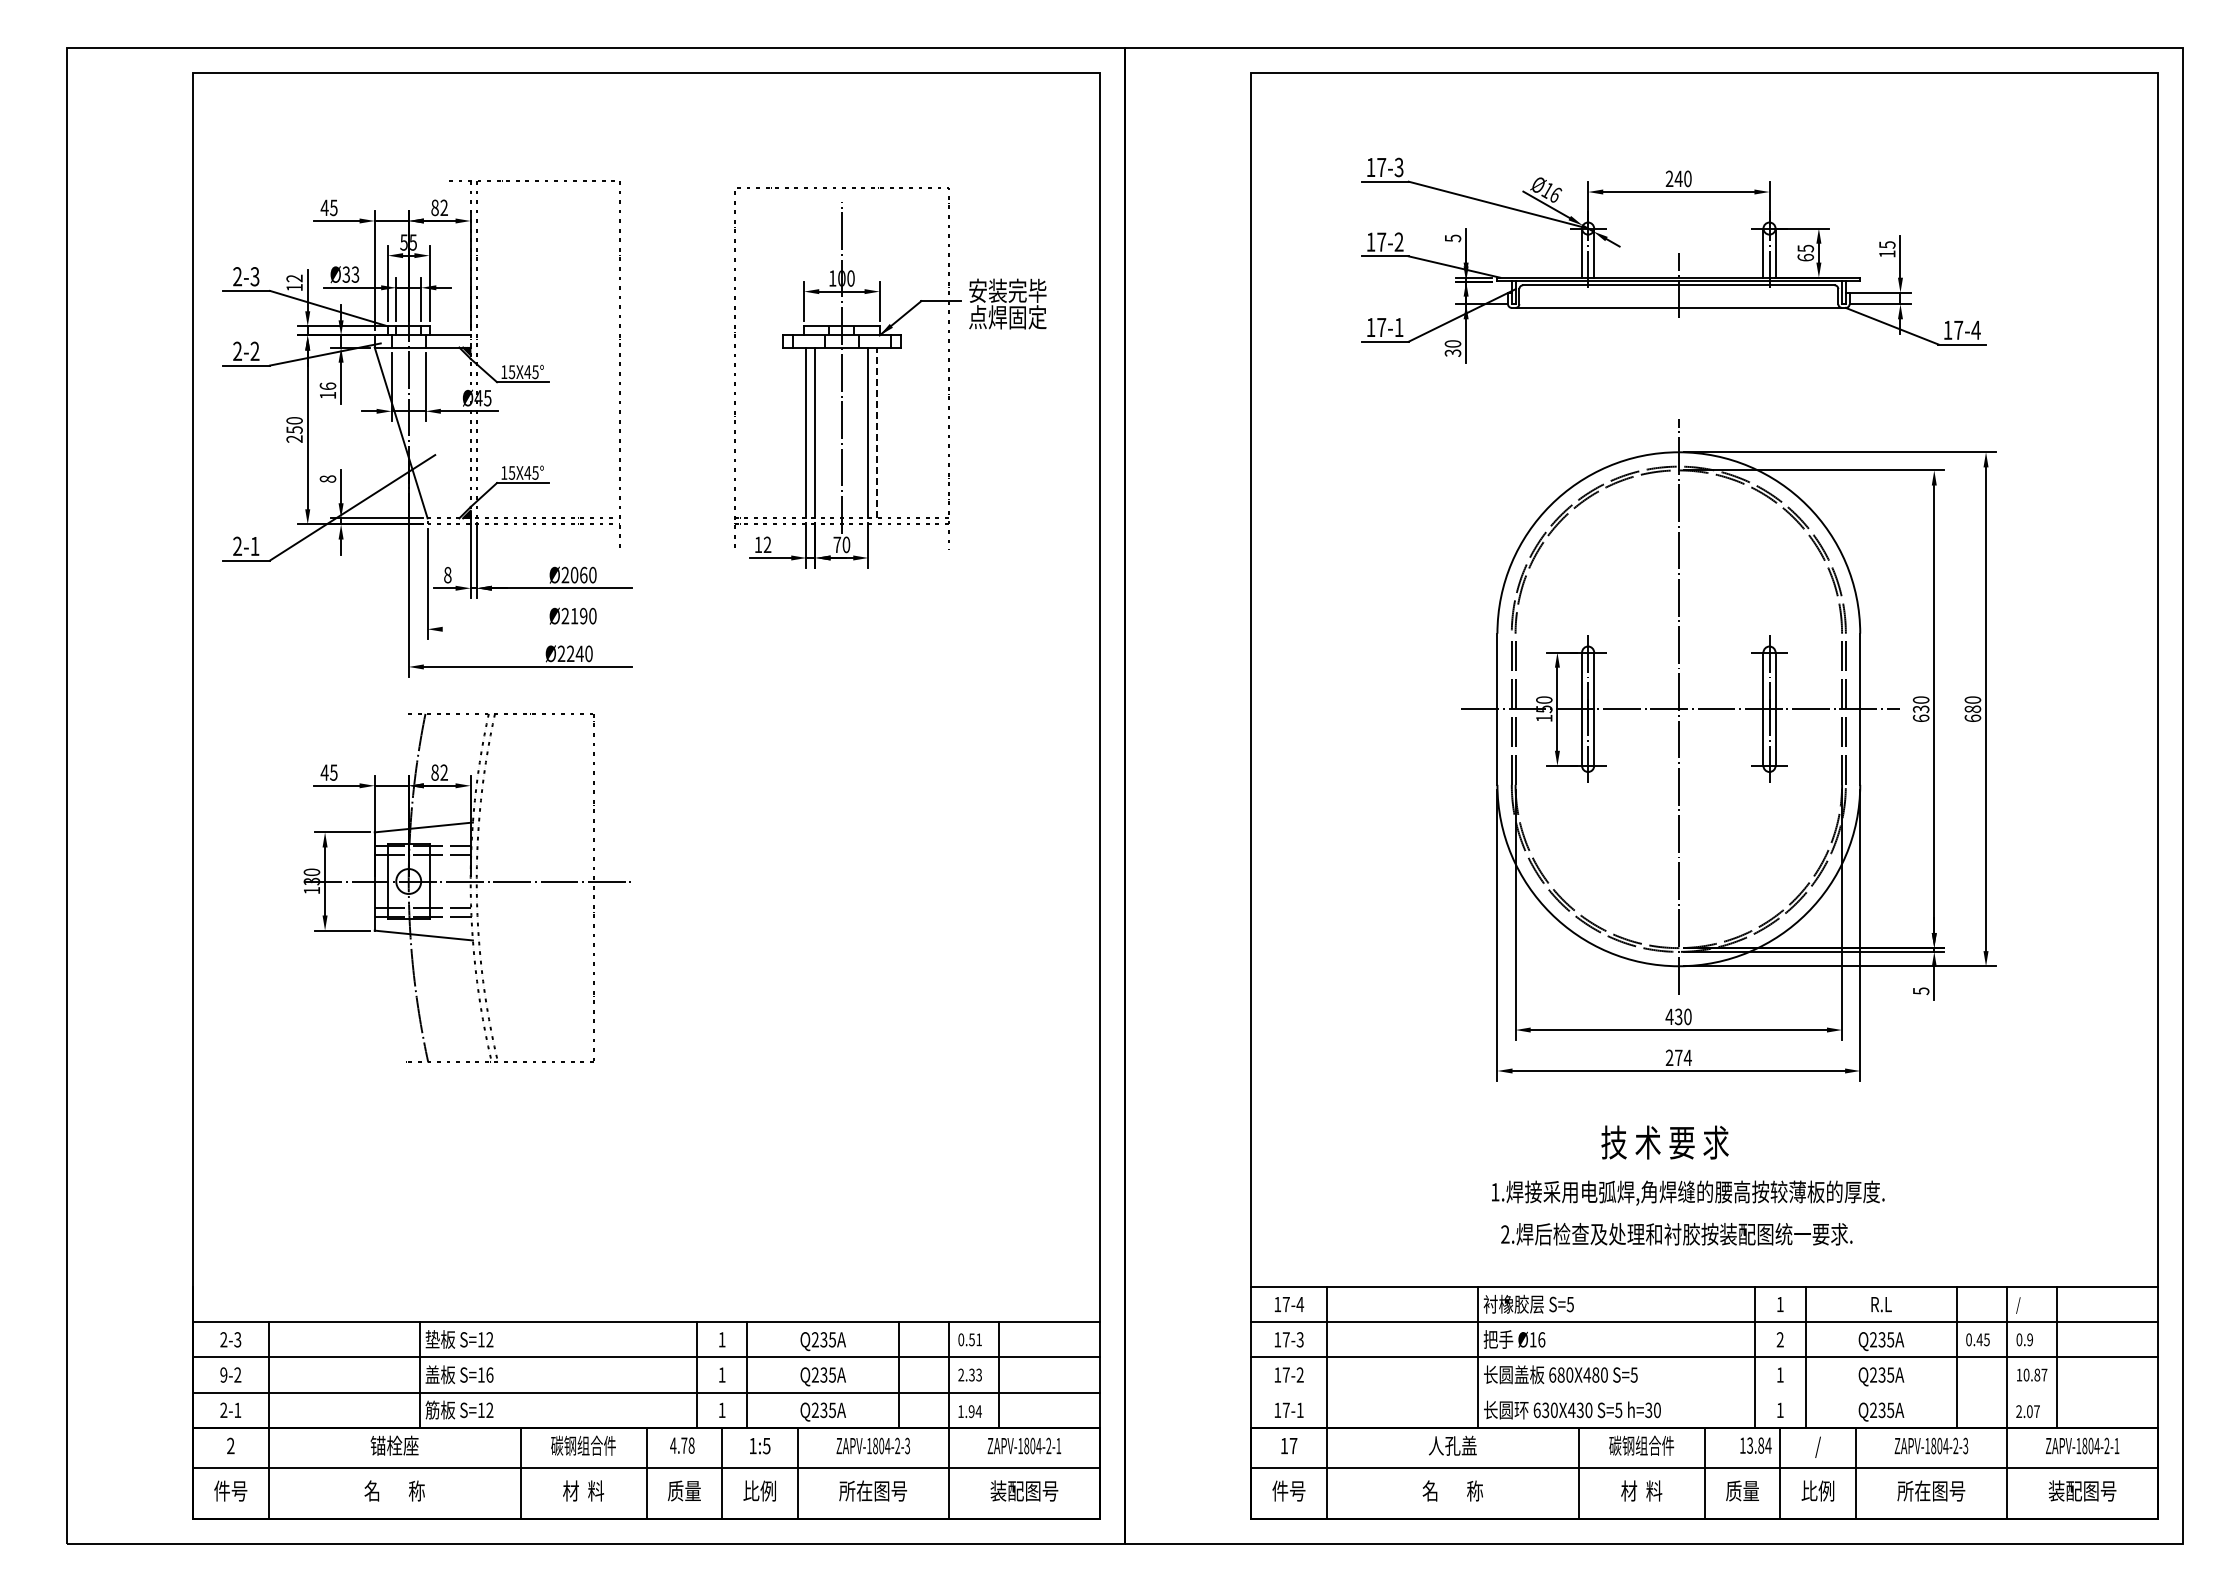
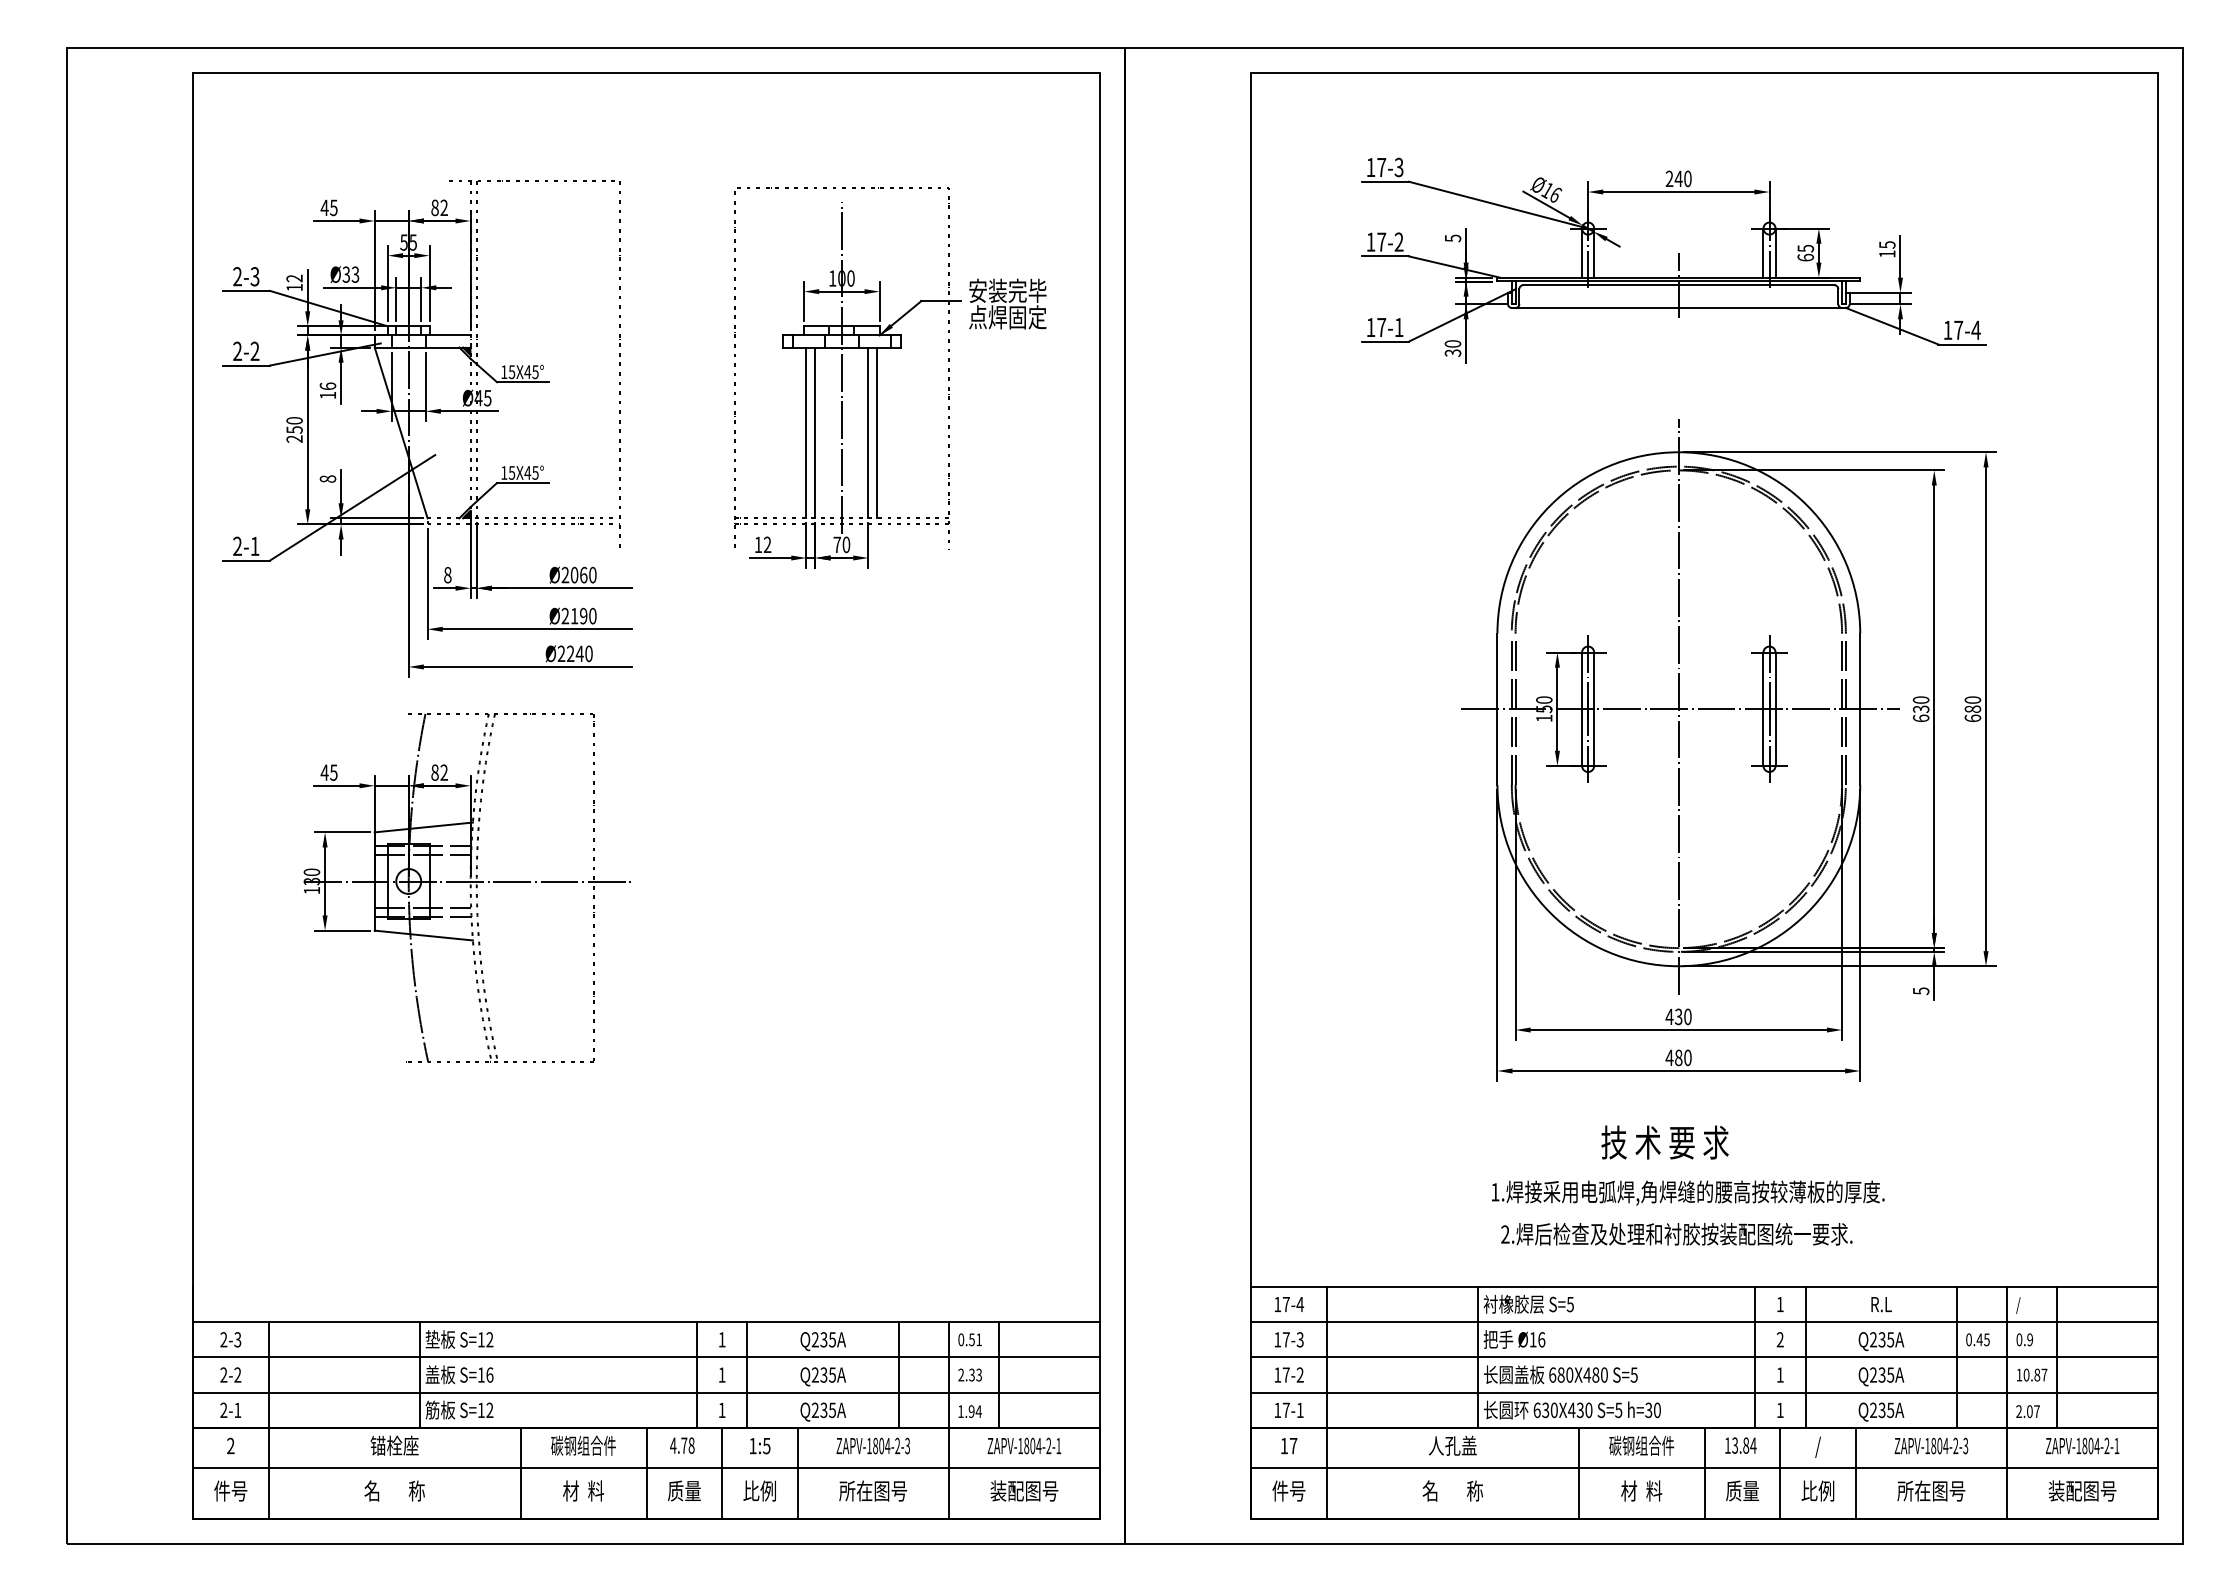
line at (877, 432): dashed -> solid
line at (537, 629): none -> present
text at (1678, 1057): 274 -> 480
text at (223, 1375): 9-2 -> 2-2
line at (1704, 1392): none -> present
text at (1755, 1445) position: (1755, 1445) -> (1740, 1445)
